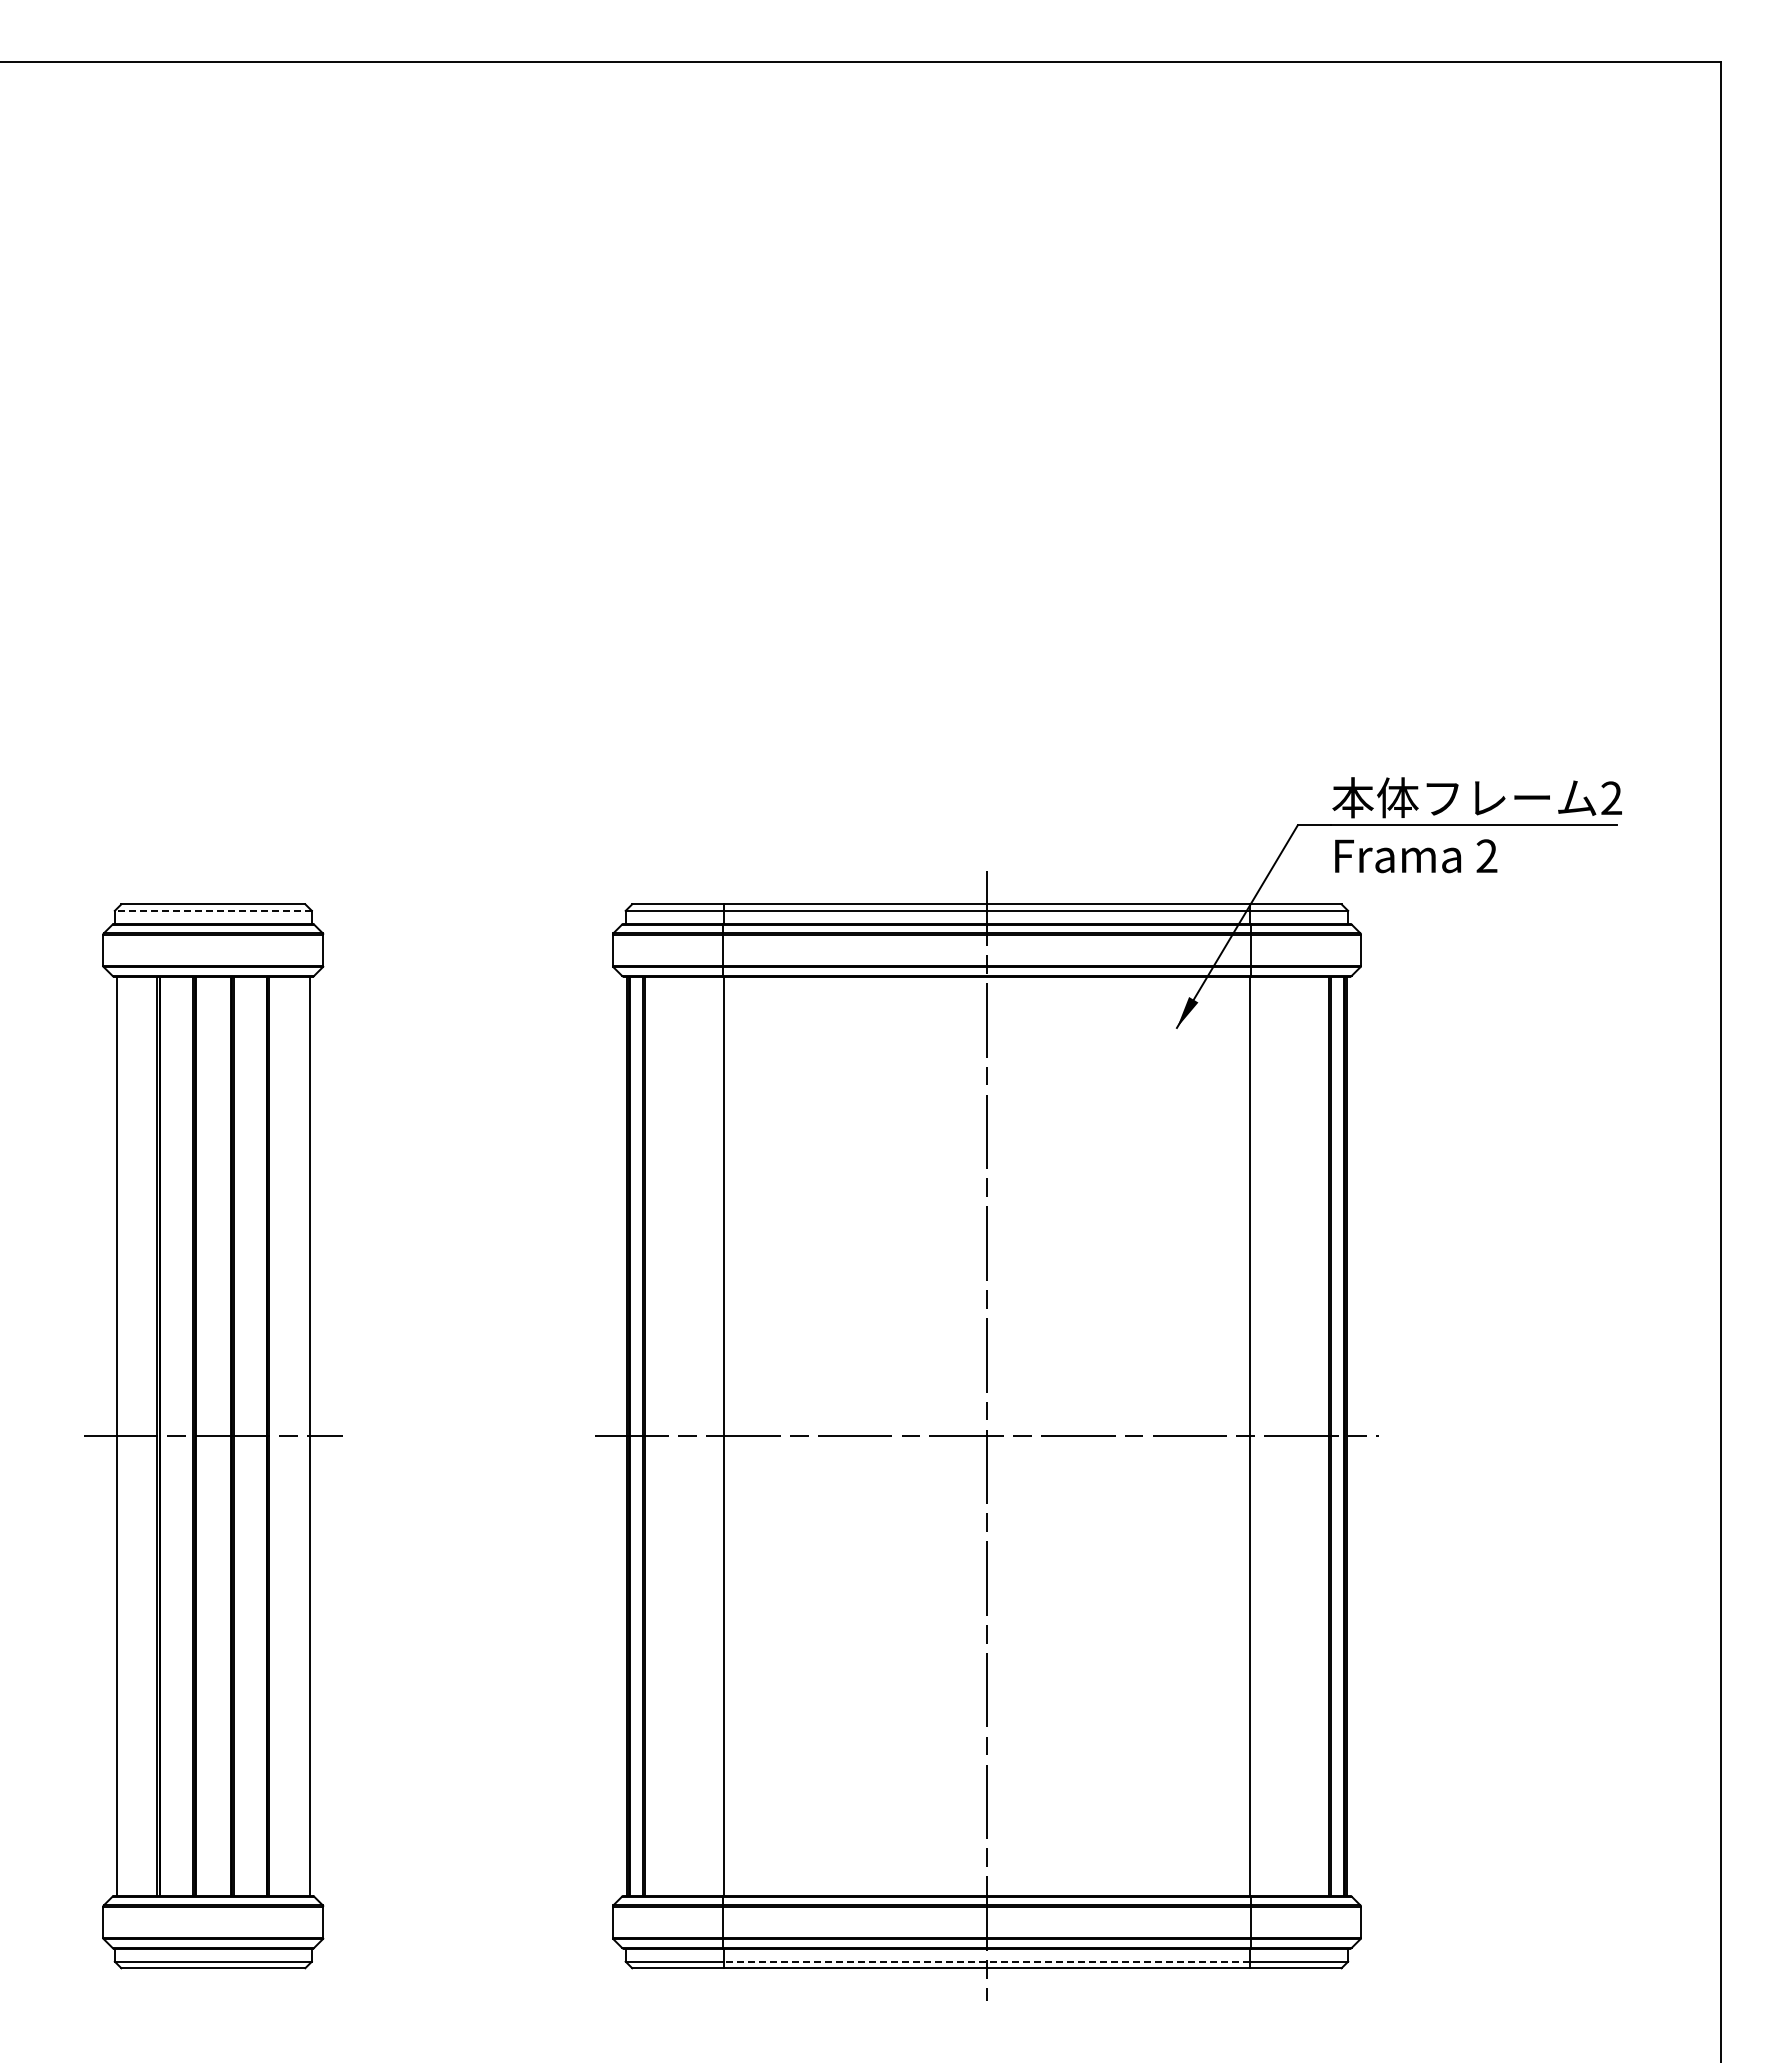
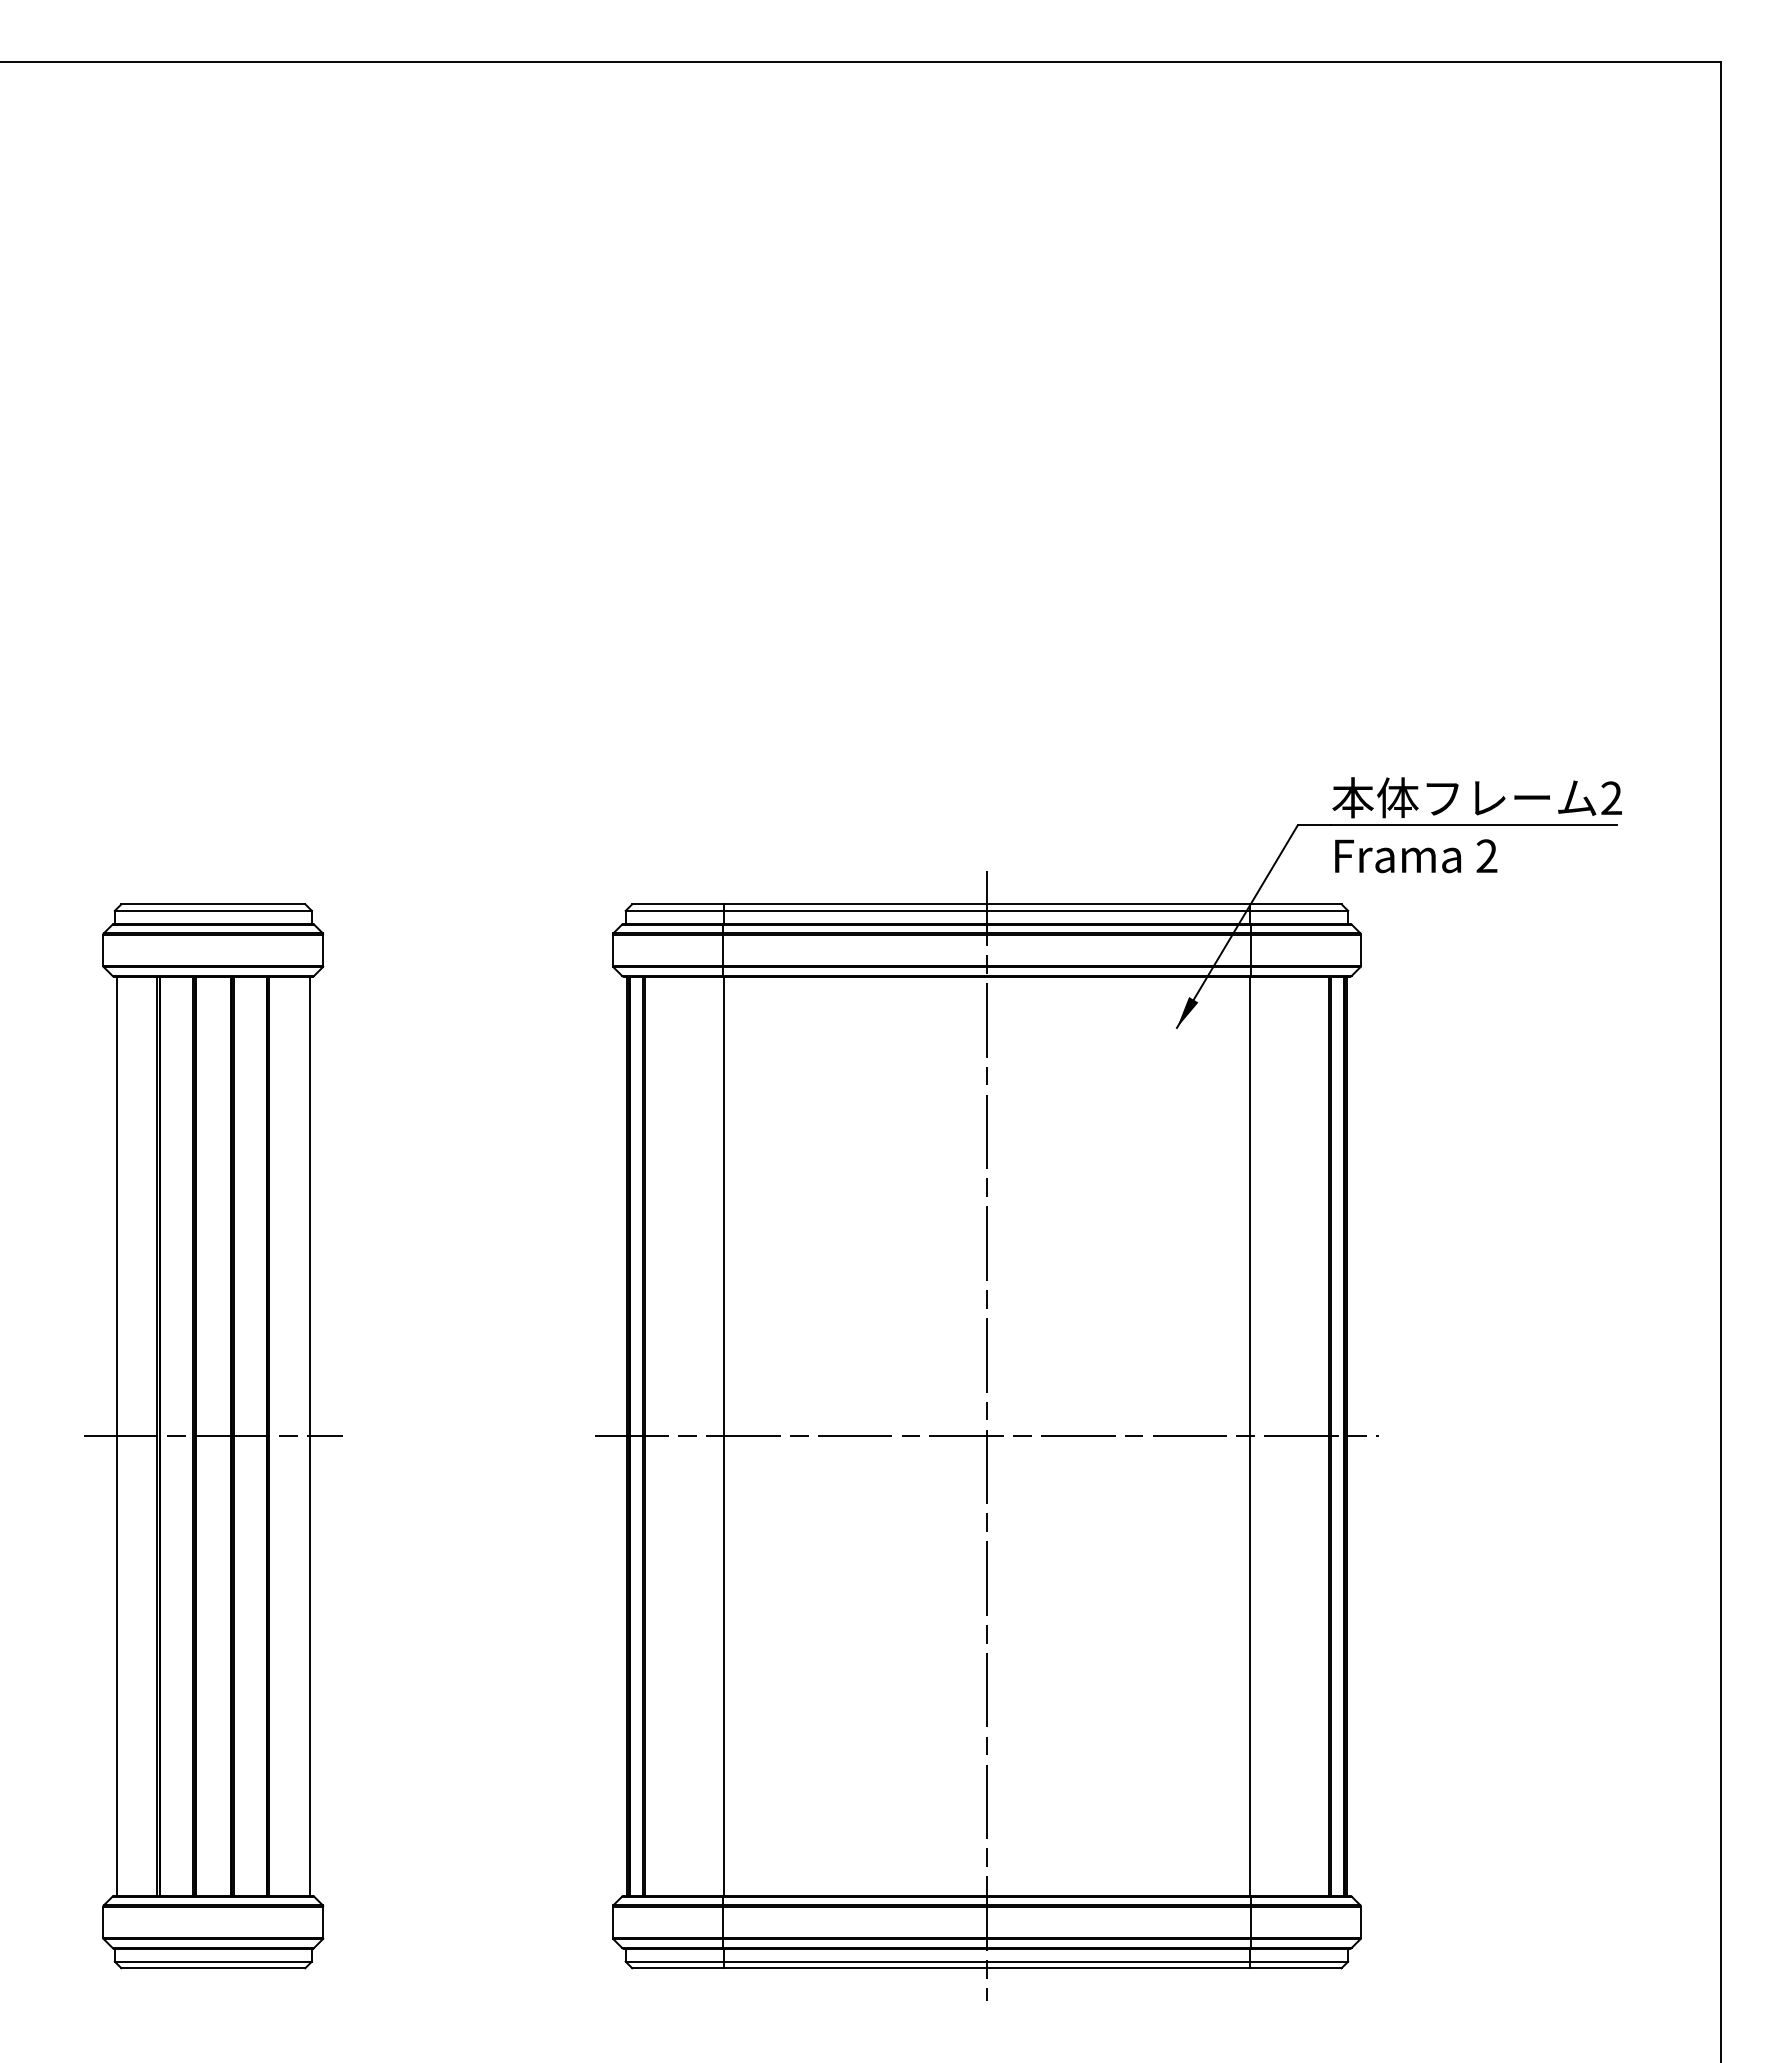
line at (213, 910): dashed -> solid
line at (986, 1961): dashed -> solid
